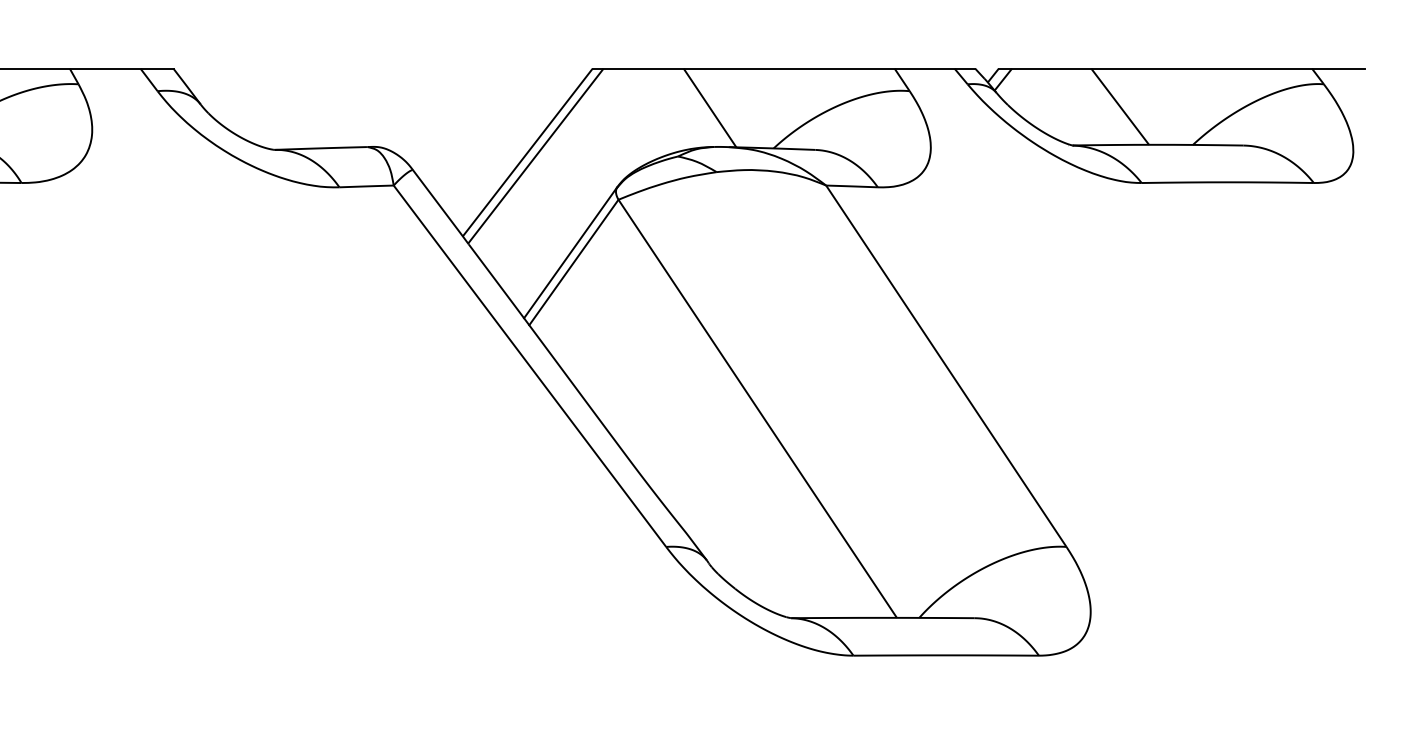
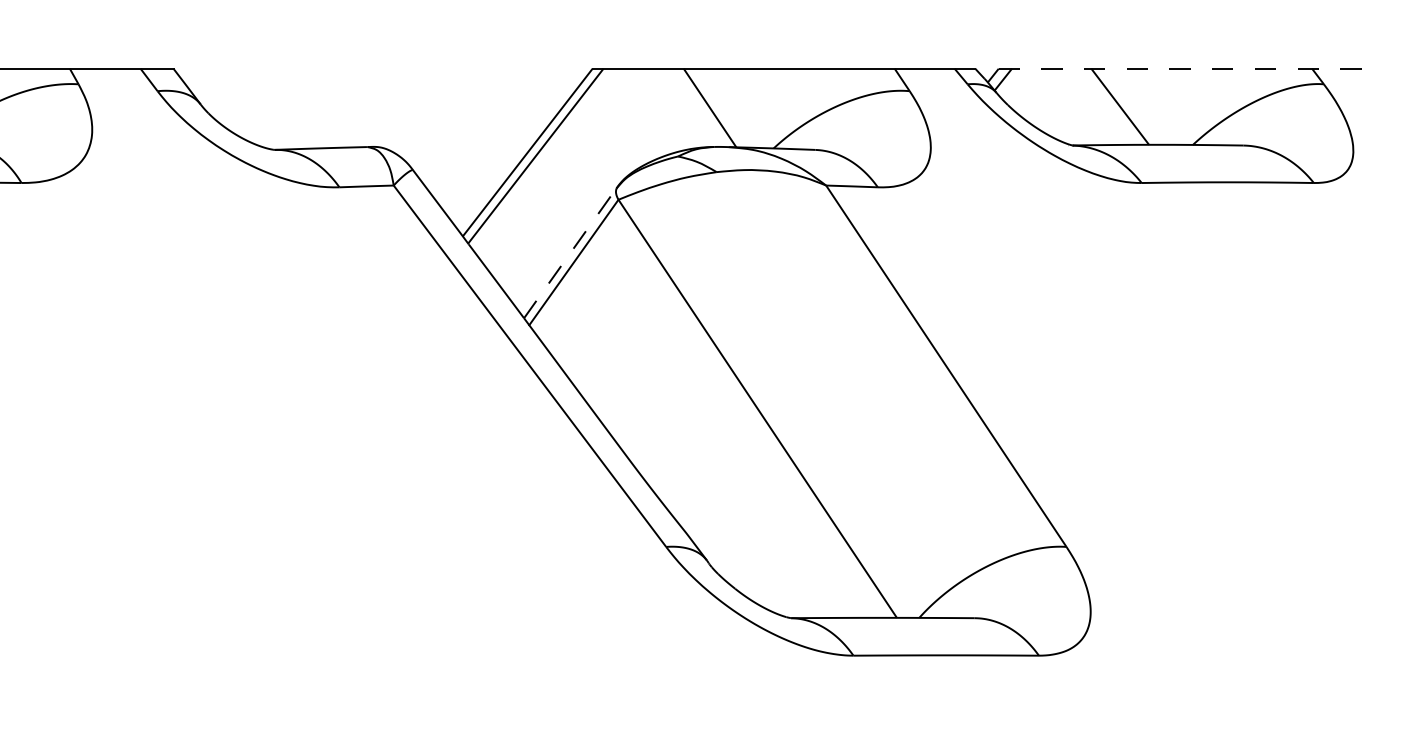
line at (1182, 68): solid -> dashed
line at (570, 252): solid -> dashed
